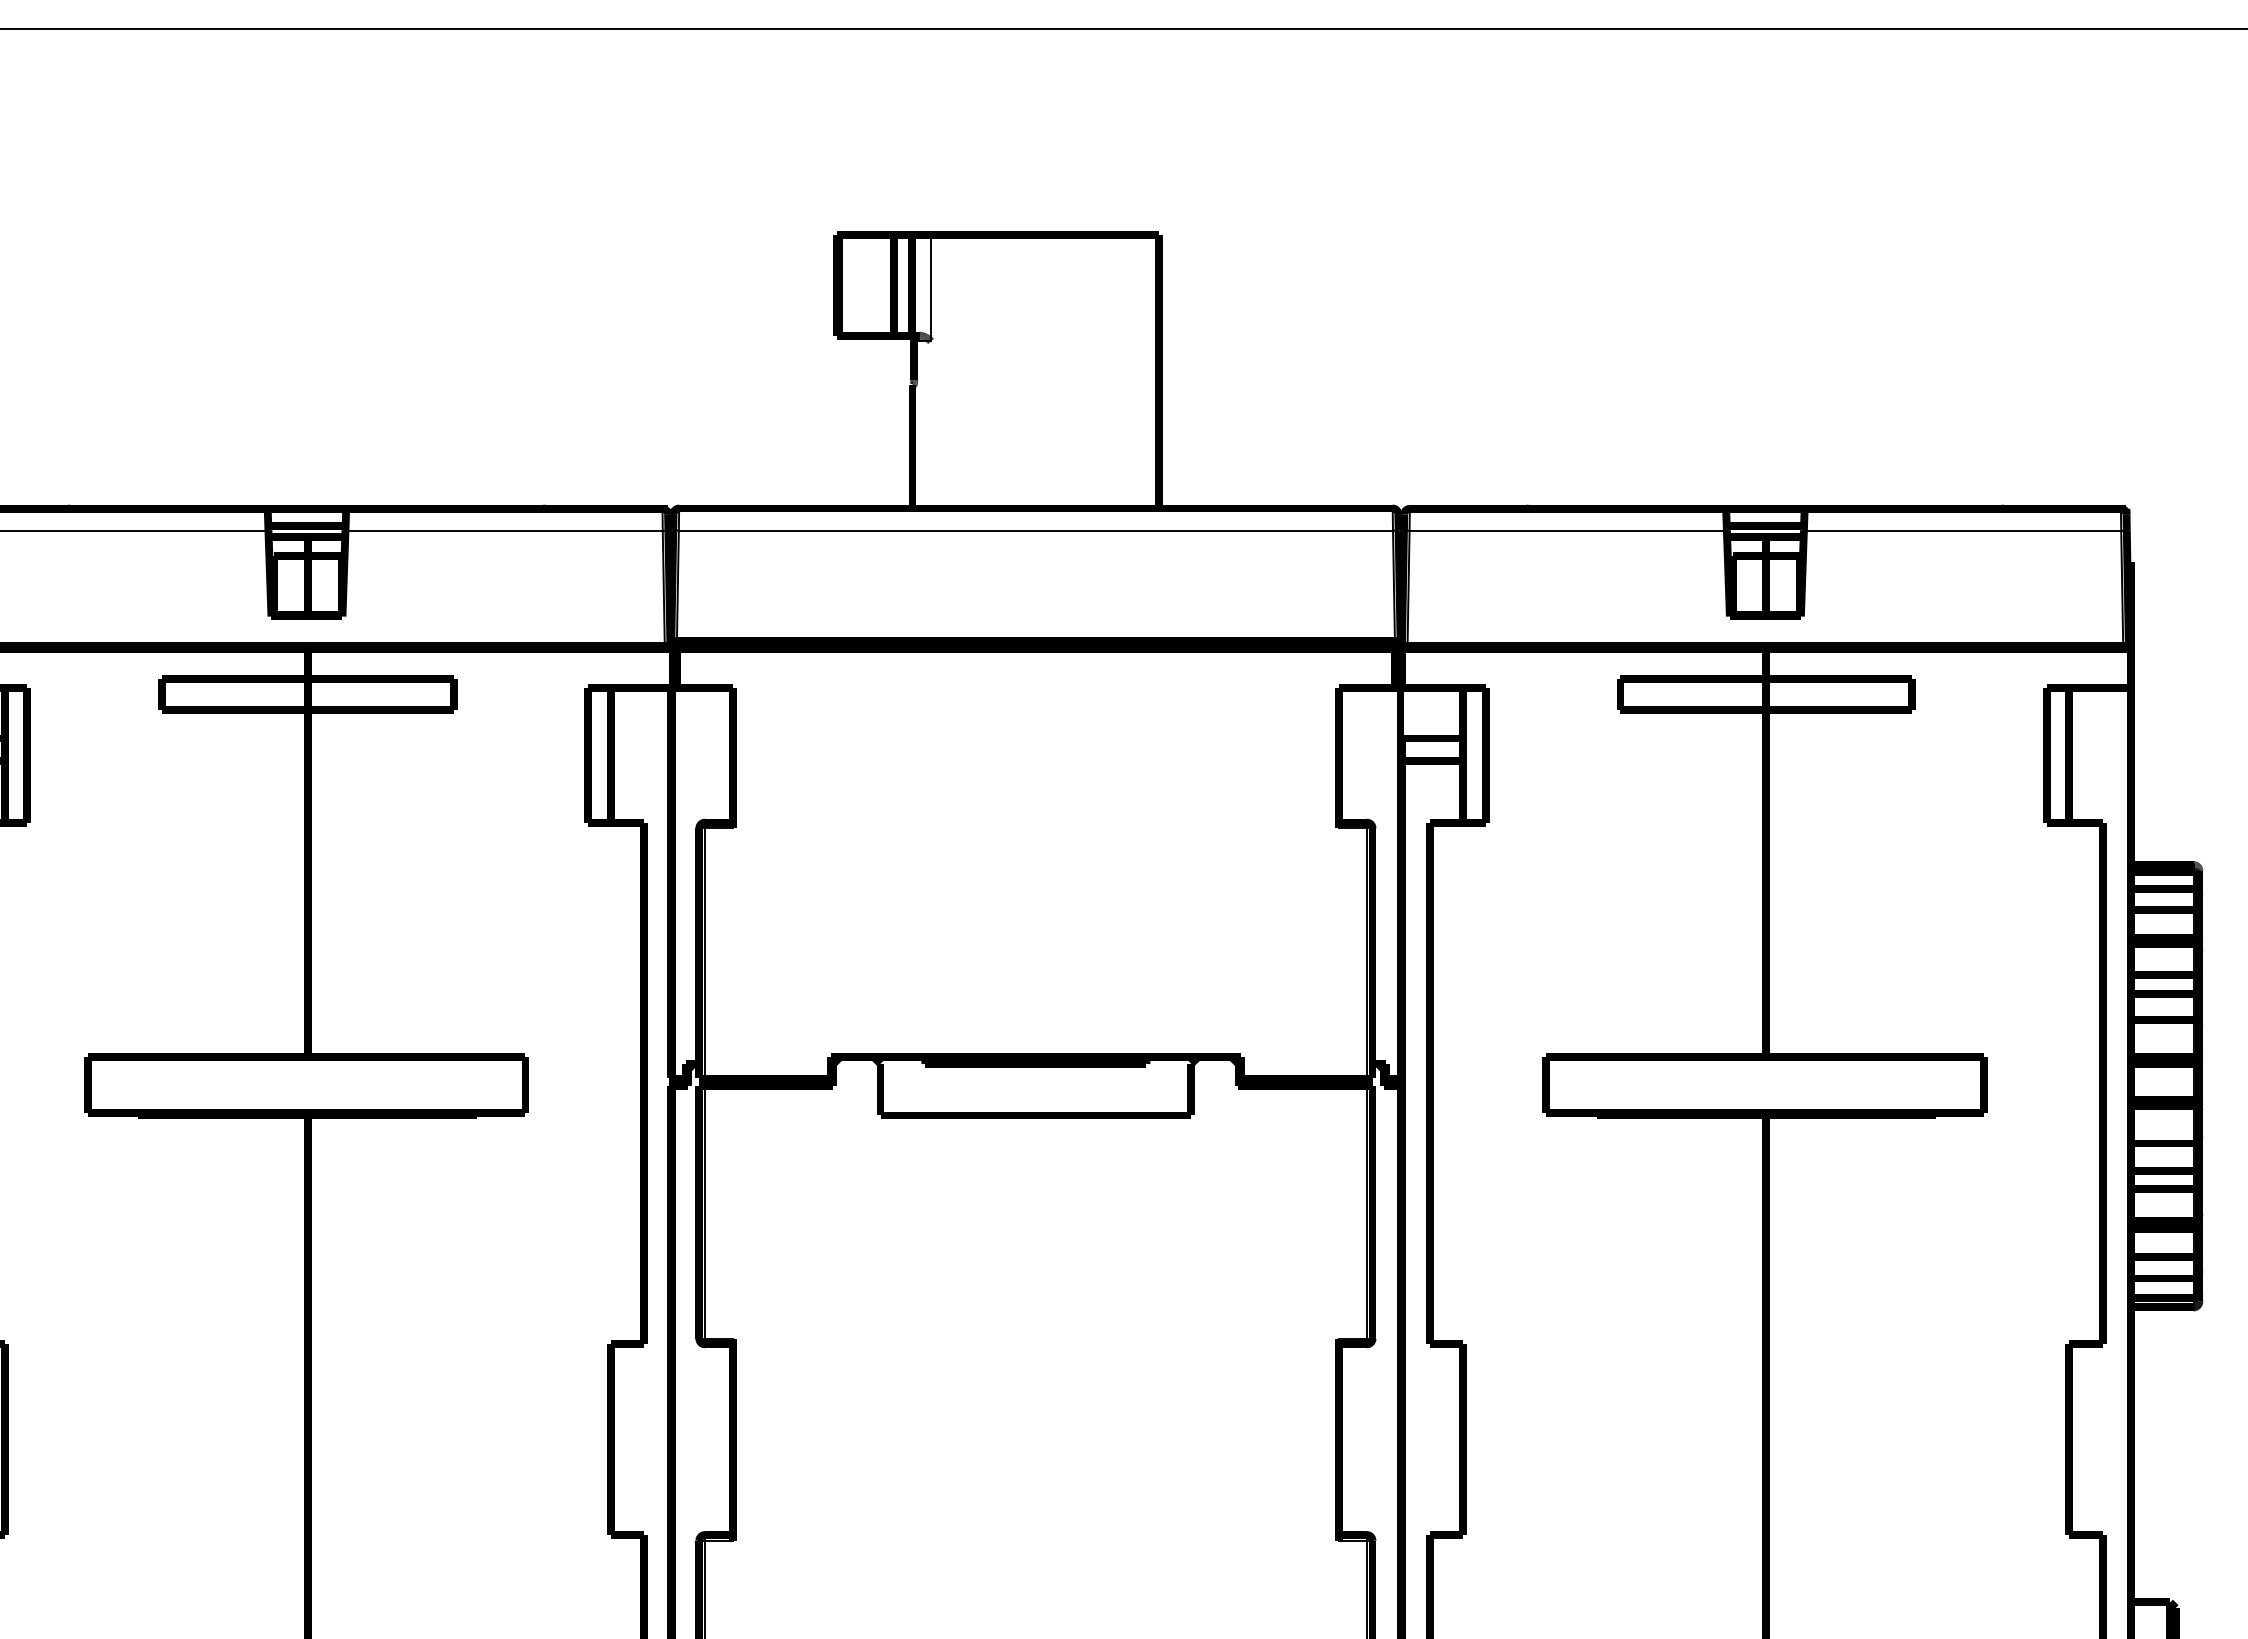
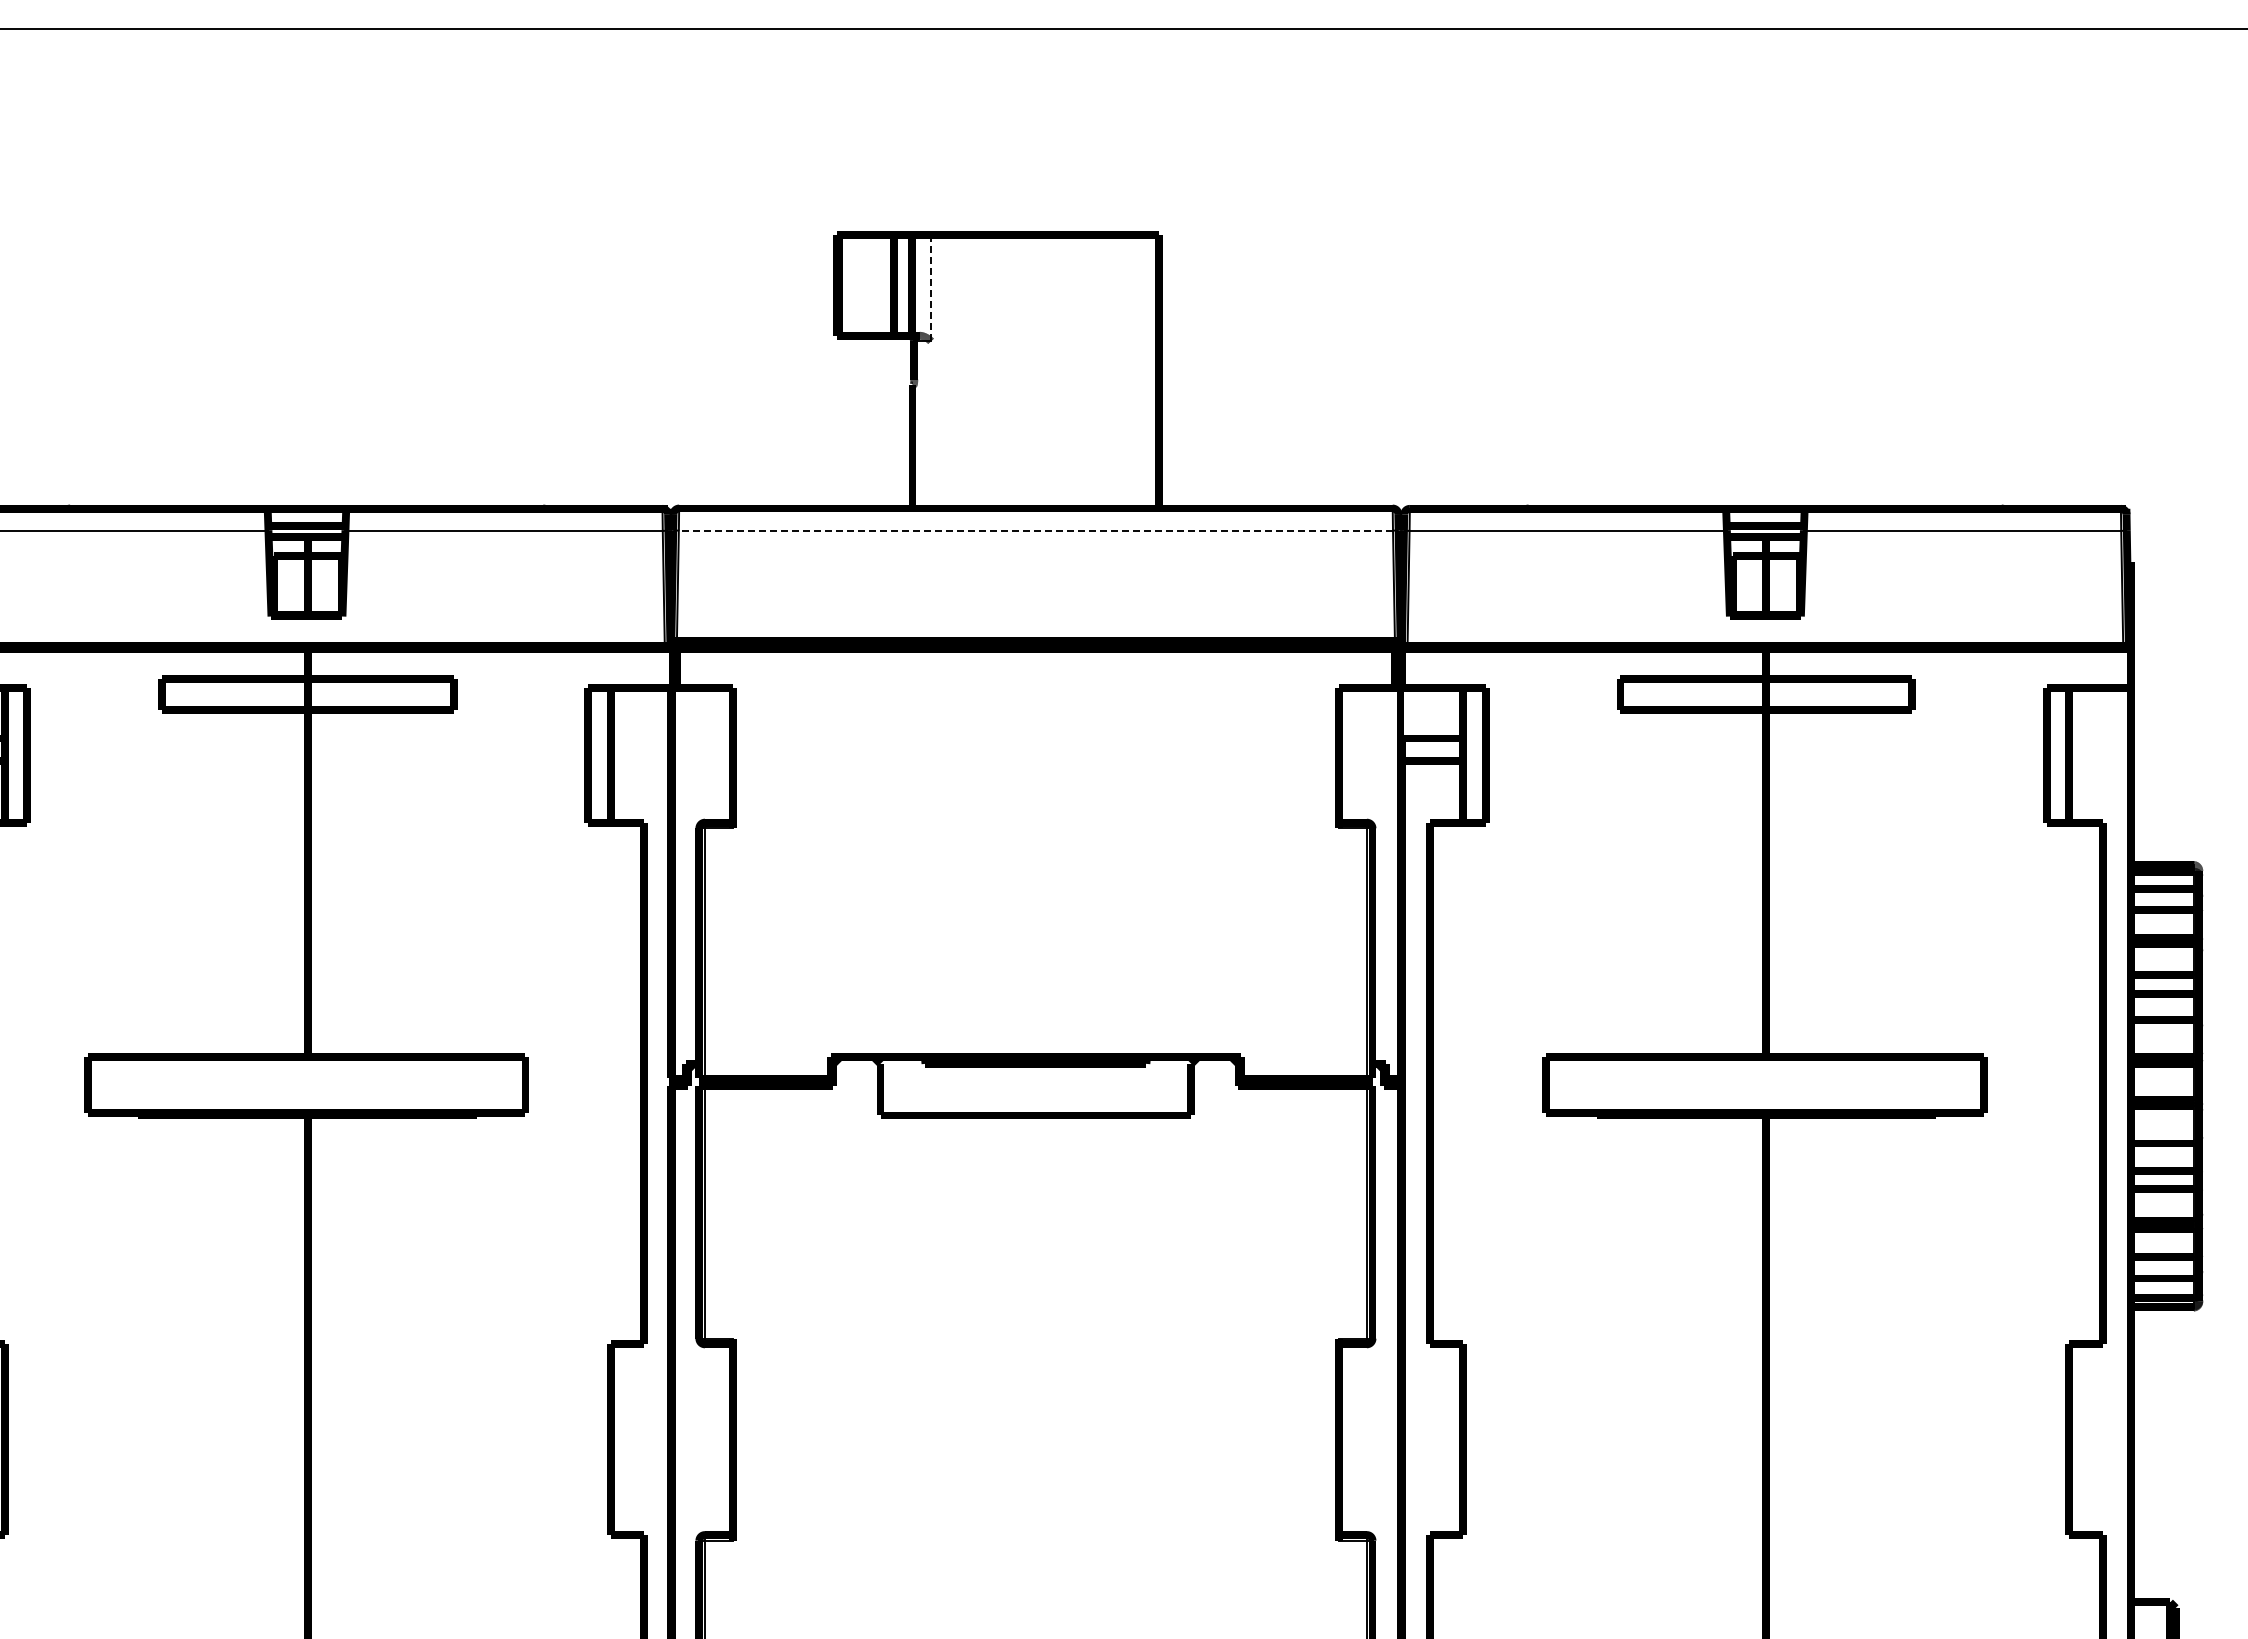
line at (931, 288): solid -> dashed
line at (1035, 530): solid -> dashed
